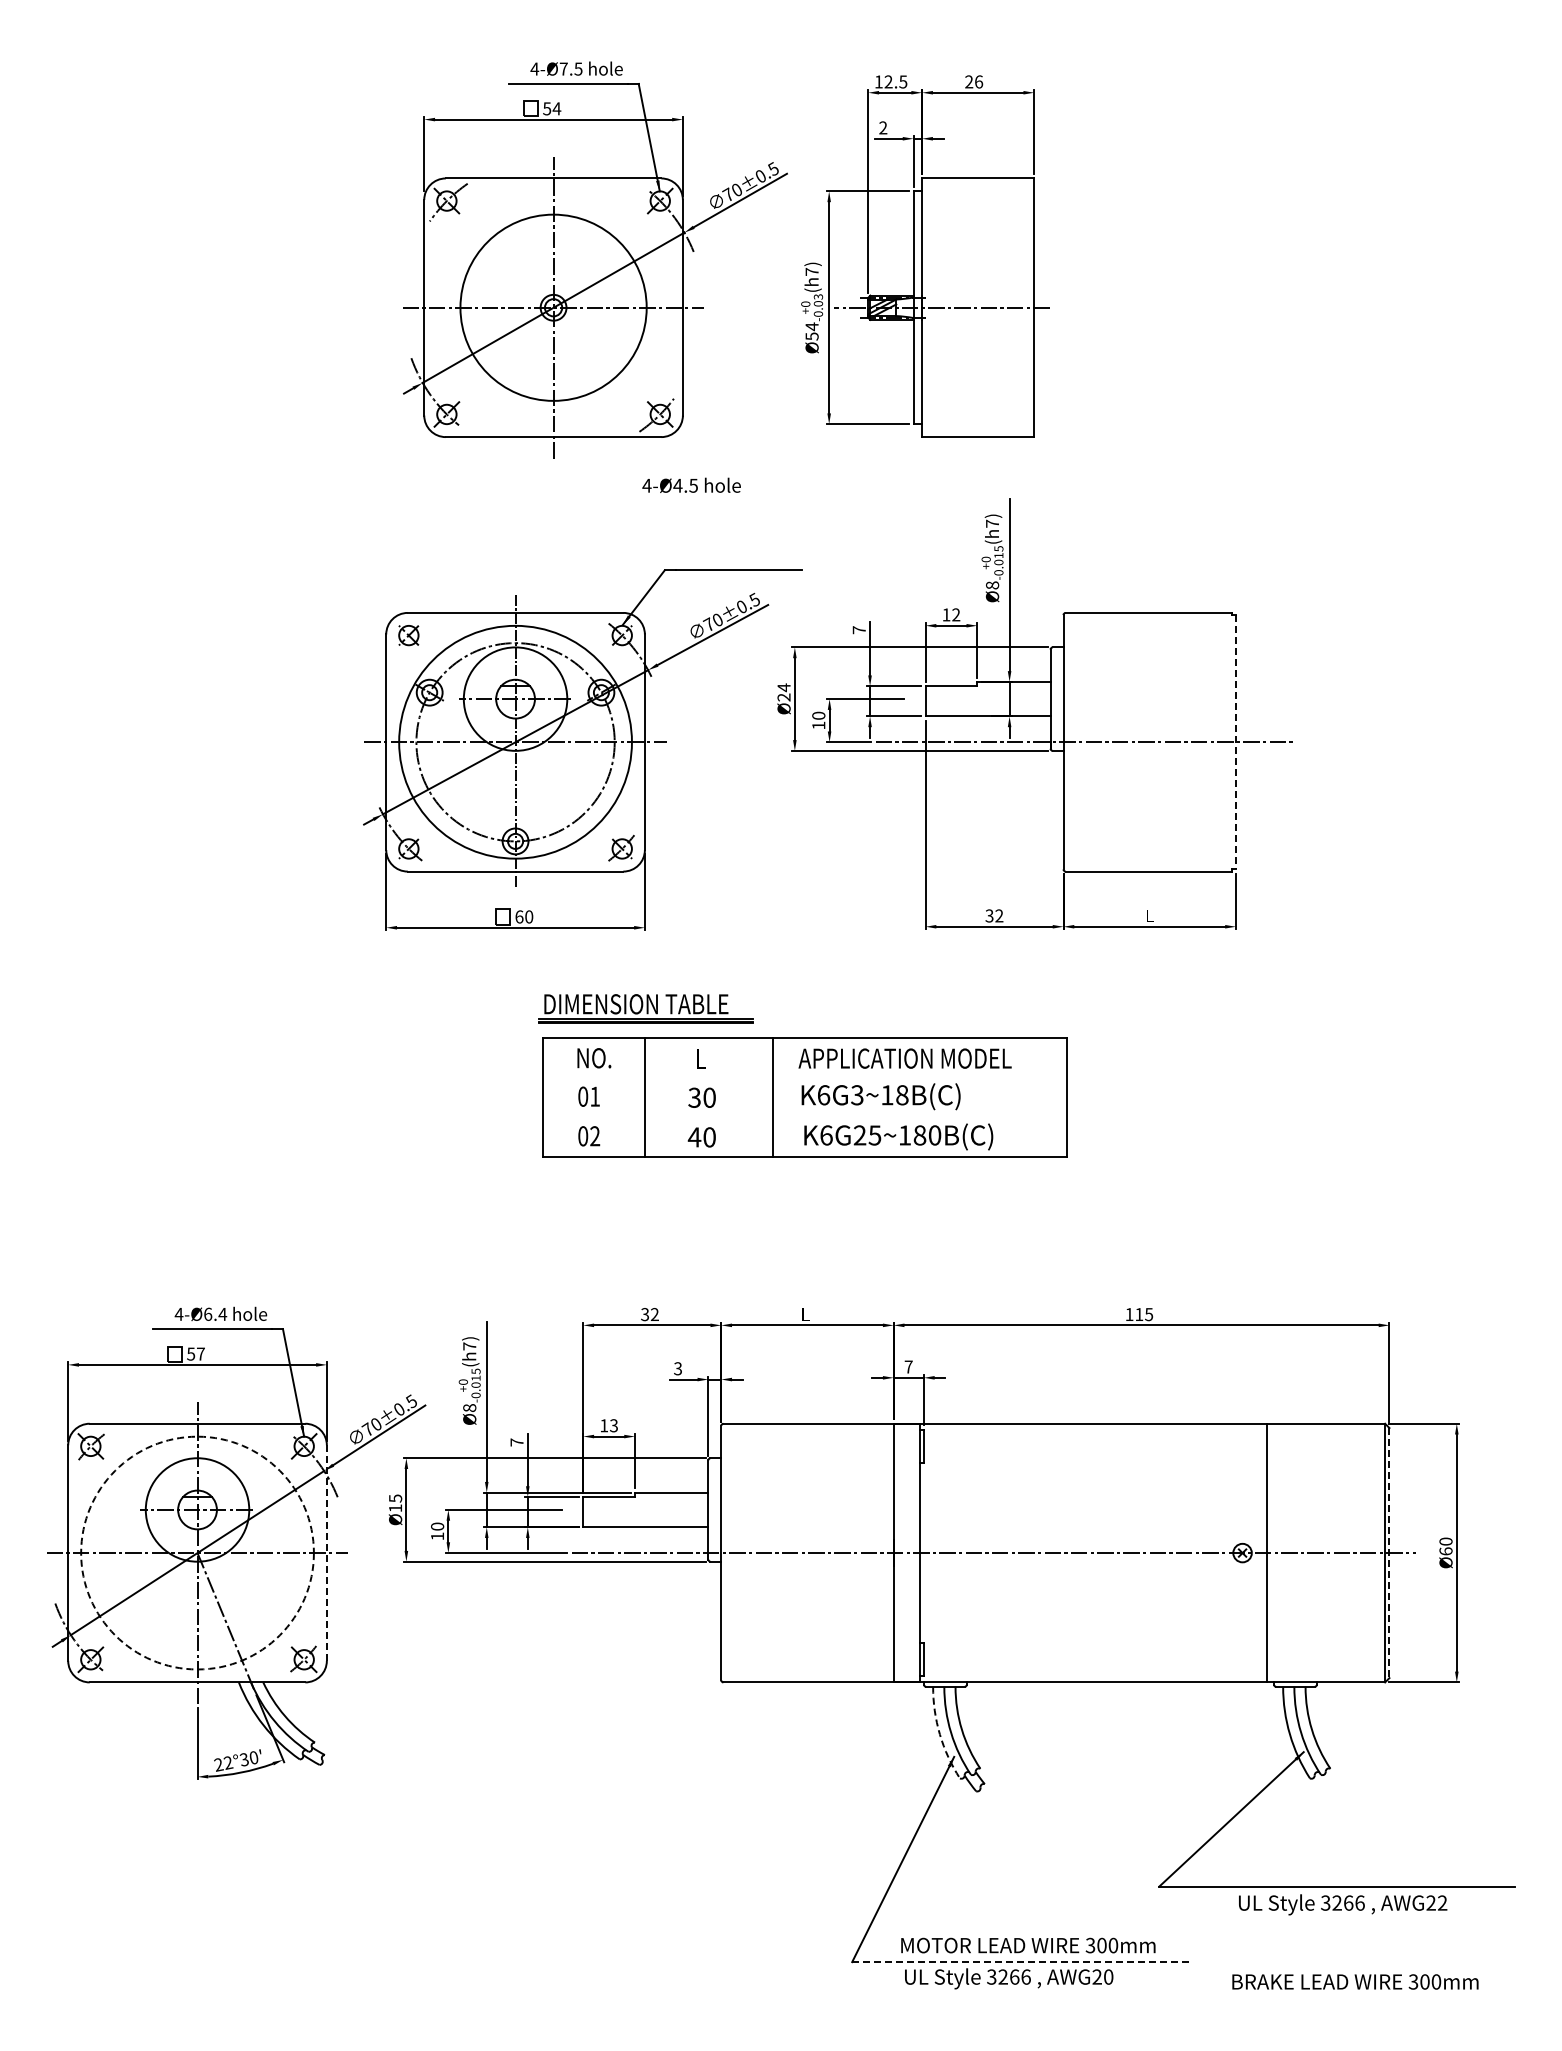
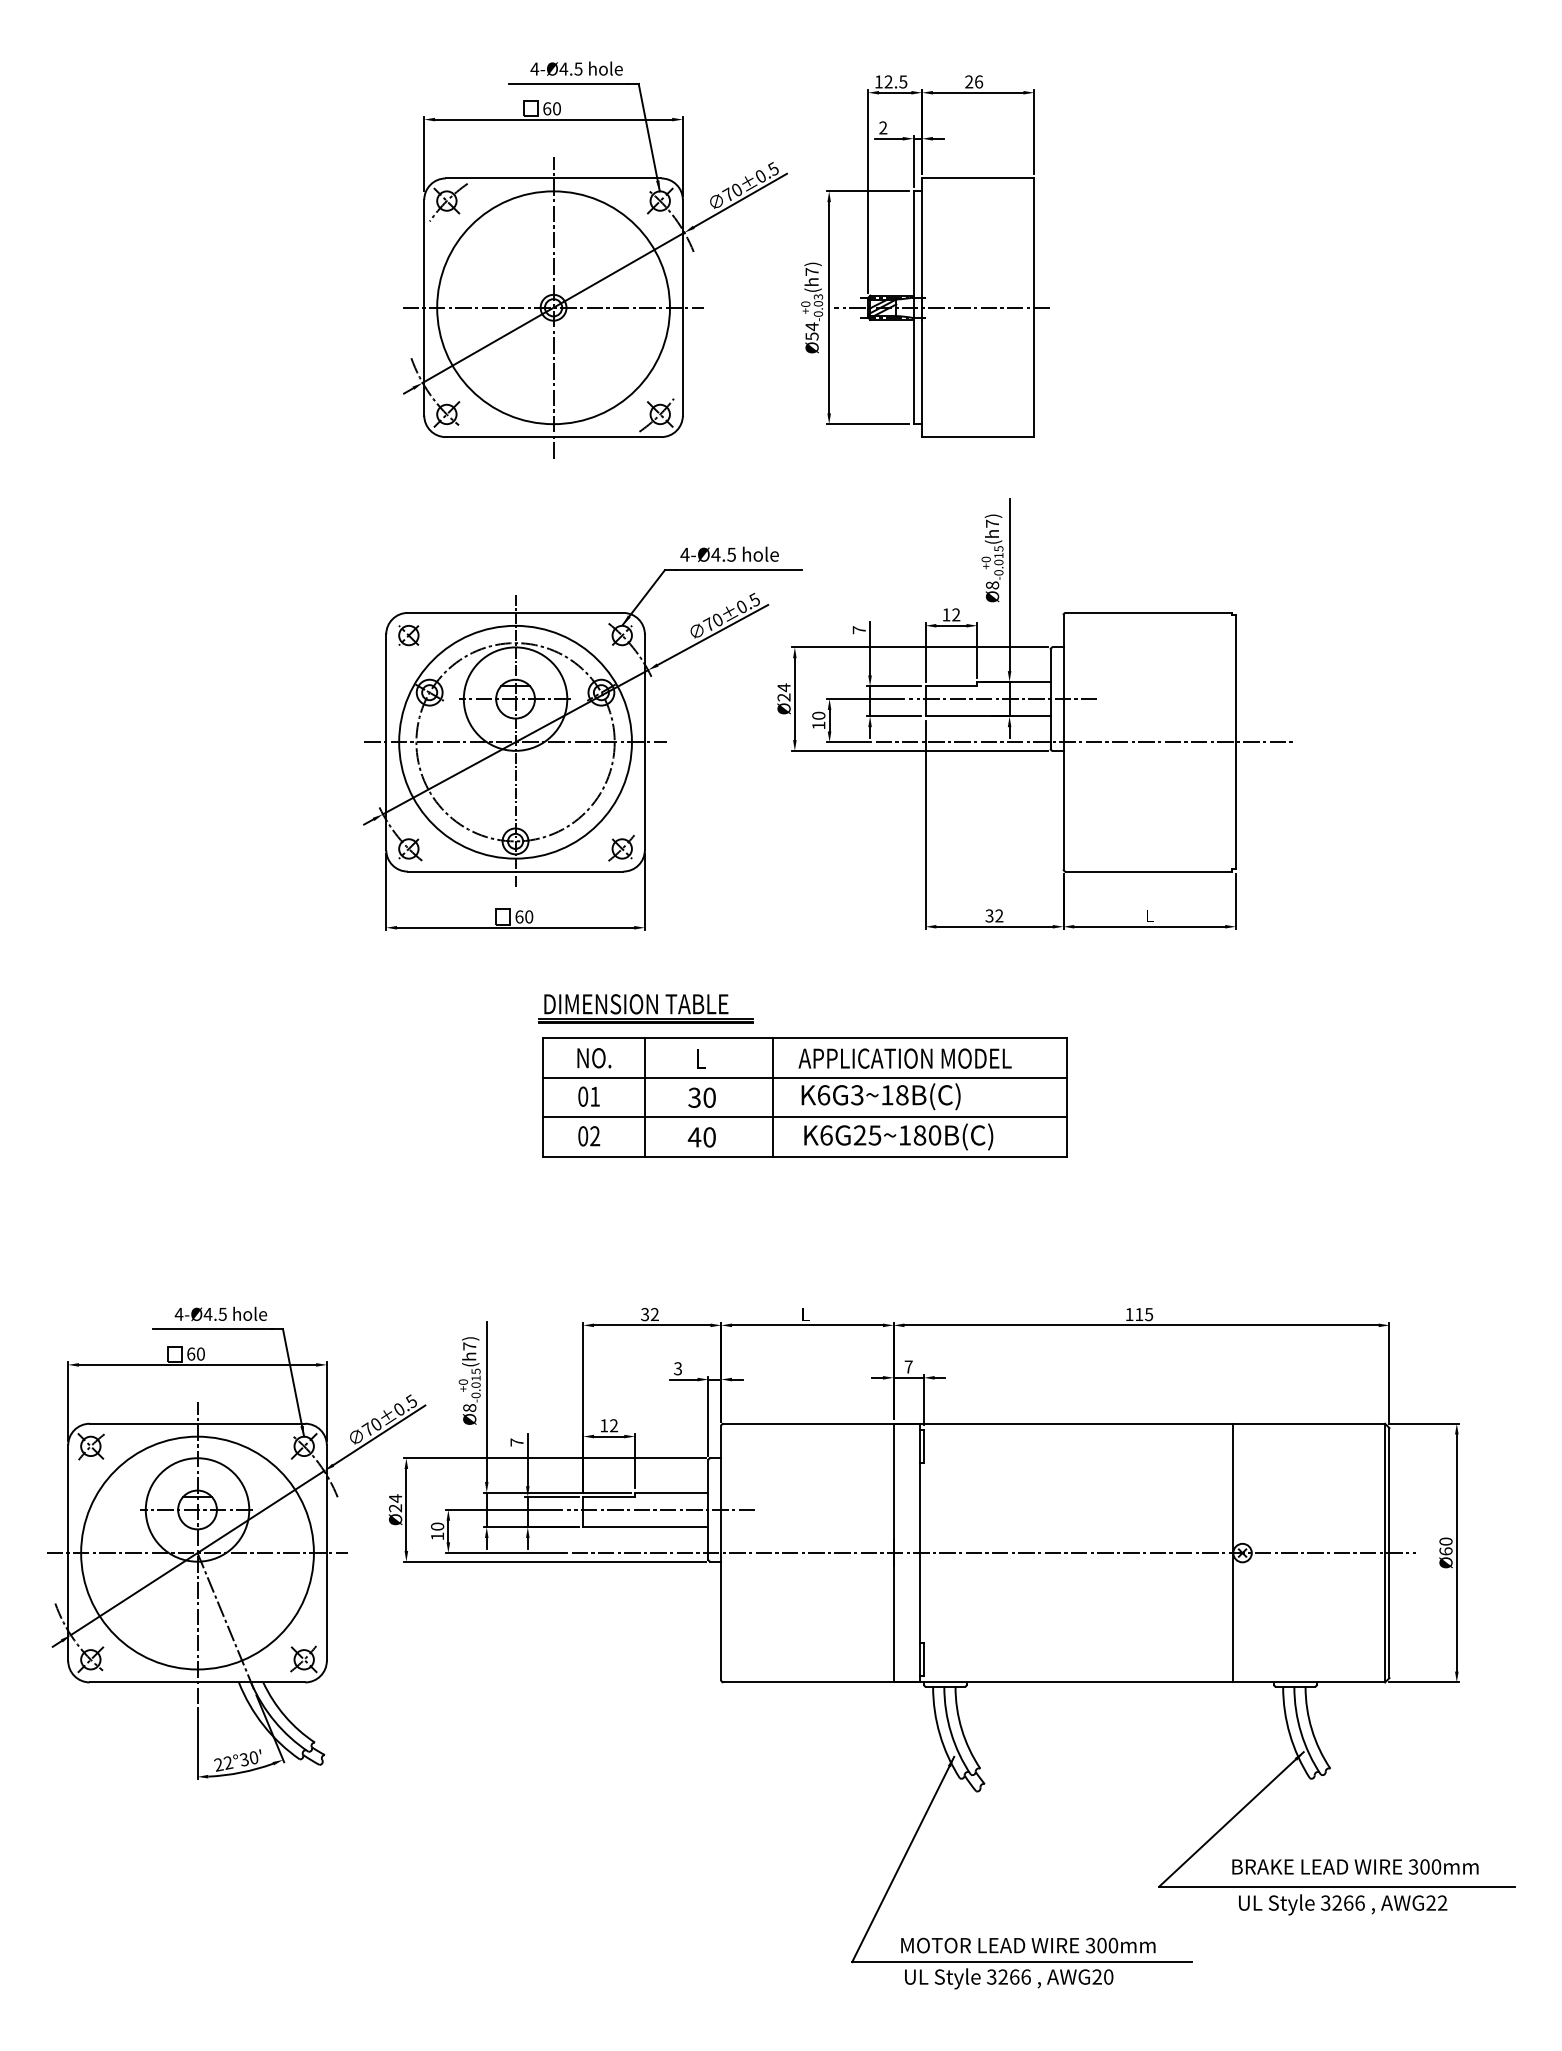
text at (563, 68): 4-Ø7.5 -> 4-Ø4.5
text at (552, 108): 54 -> 60
circle at (553, 307) diameter: 186 px -> 233 px
text at (691, 484) position: (691, 484) -> (729, 553)
line at (1002, 699): none -> present
line at (1235, 742): dashed -> solid
line at (804, 1077): none -> present
line at (804, 1117): none -> present
text at (215, 1313): 4-Ø6.4 -> 4-Ø4.5
text at (195, 1353): 57 -> 60
text at (613, 1426): 13 -> 12
text at (395, 1503): Ø15 -> Ø24
line at (660, 1509): none -> present
circle at (197, 1552): dashed -> solid
line at (1267, 1552) position: (1267, 1552) -> (1233, 1552)
line at (326, 1553): dashed -> solid
line at (1389, 1553): dashed -> solid
arc at (939, 1734): dashed -> solid
line at (1022, 1962): dashed -> solid
text at (1355, 1981) position: (1355, 1981) -> (1355, 1866)
